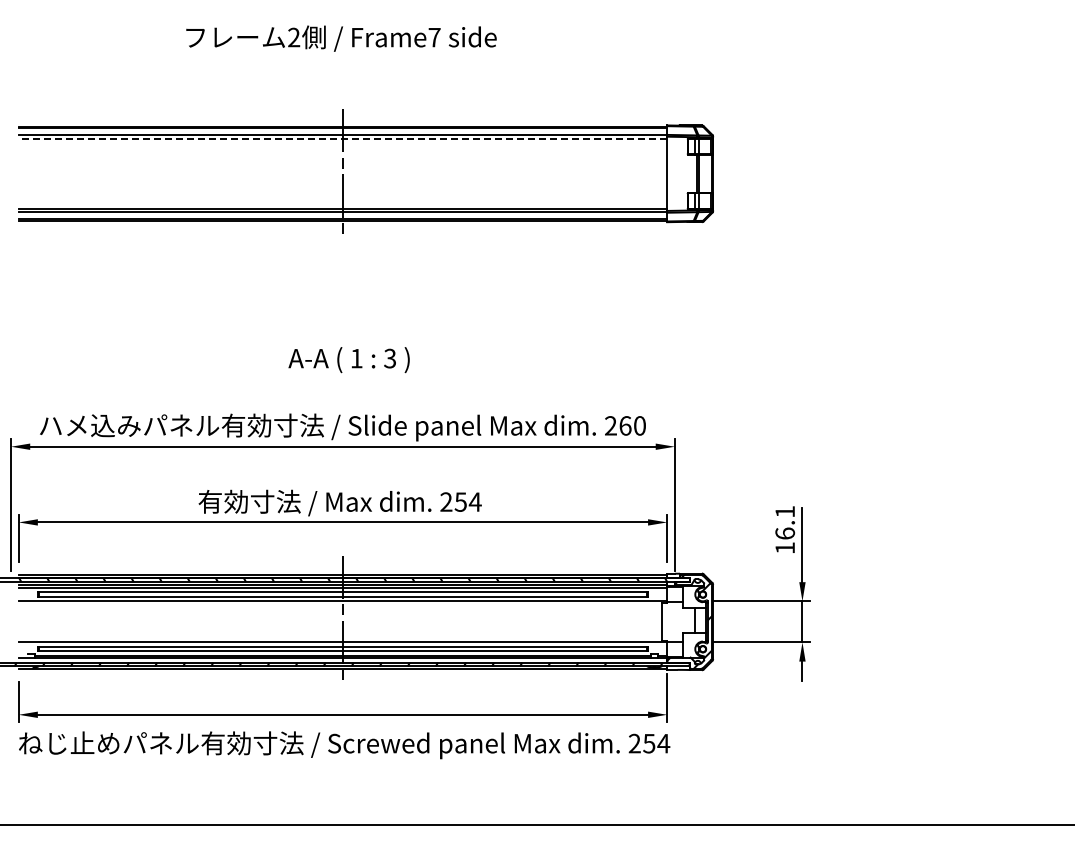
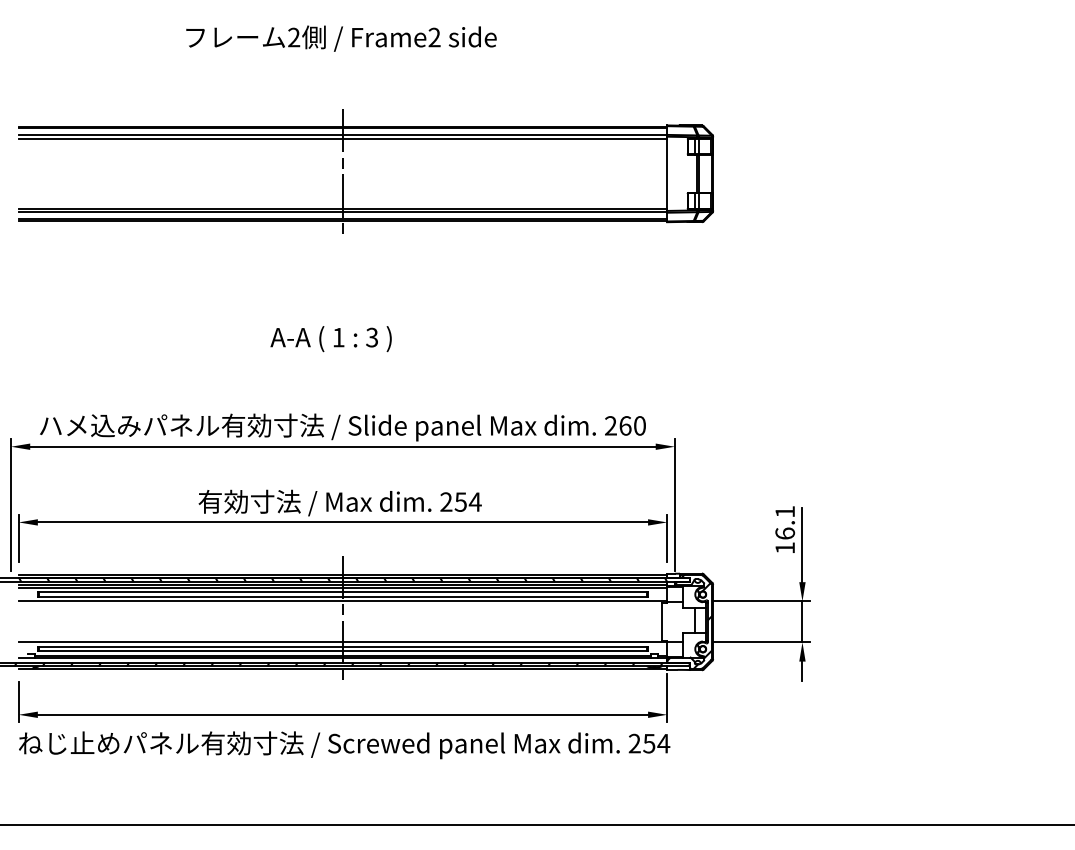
text at (434, 37): Frame7 -> Frame2
line at (342, 139): dashed -> solid
text at (348, 360) position: (348, 360) -> (330, 339)
